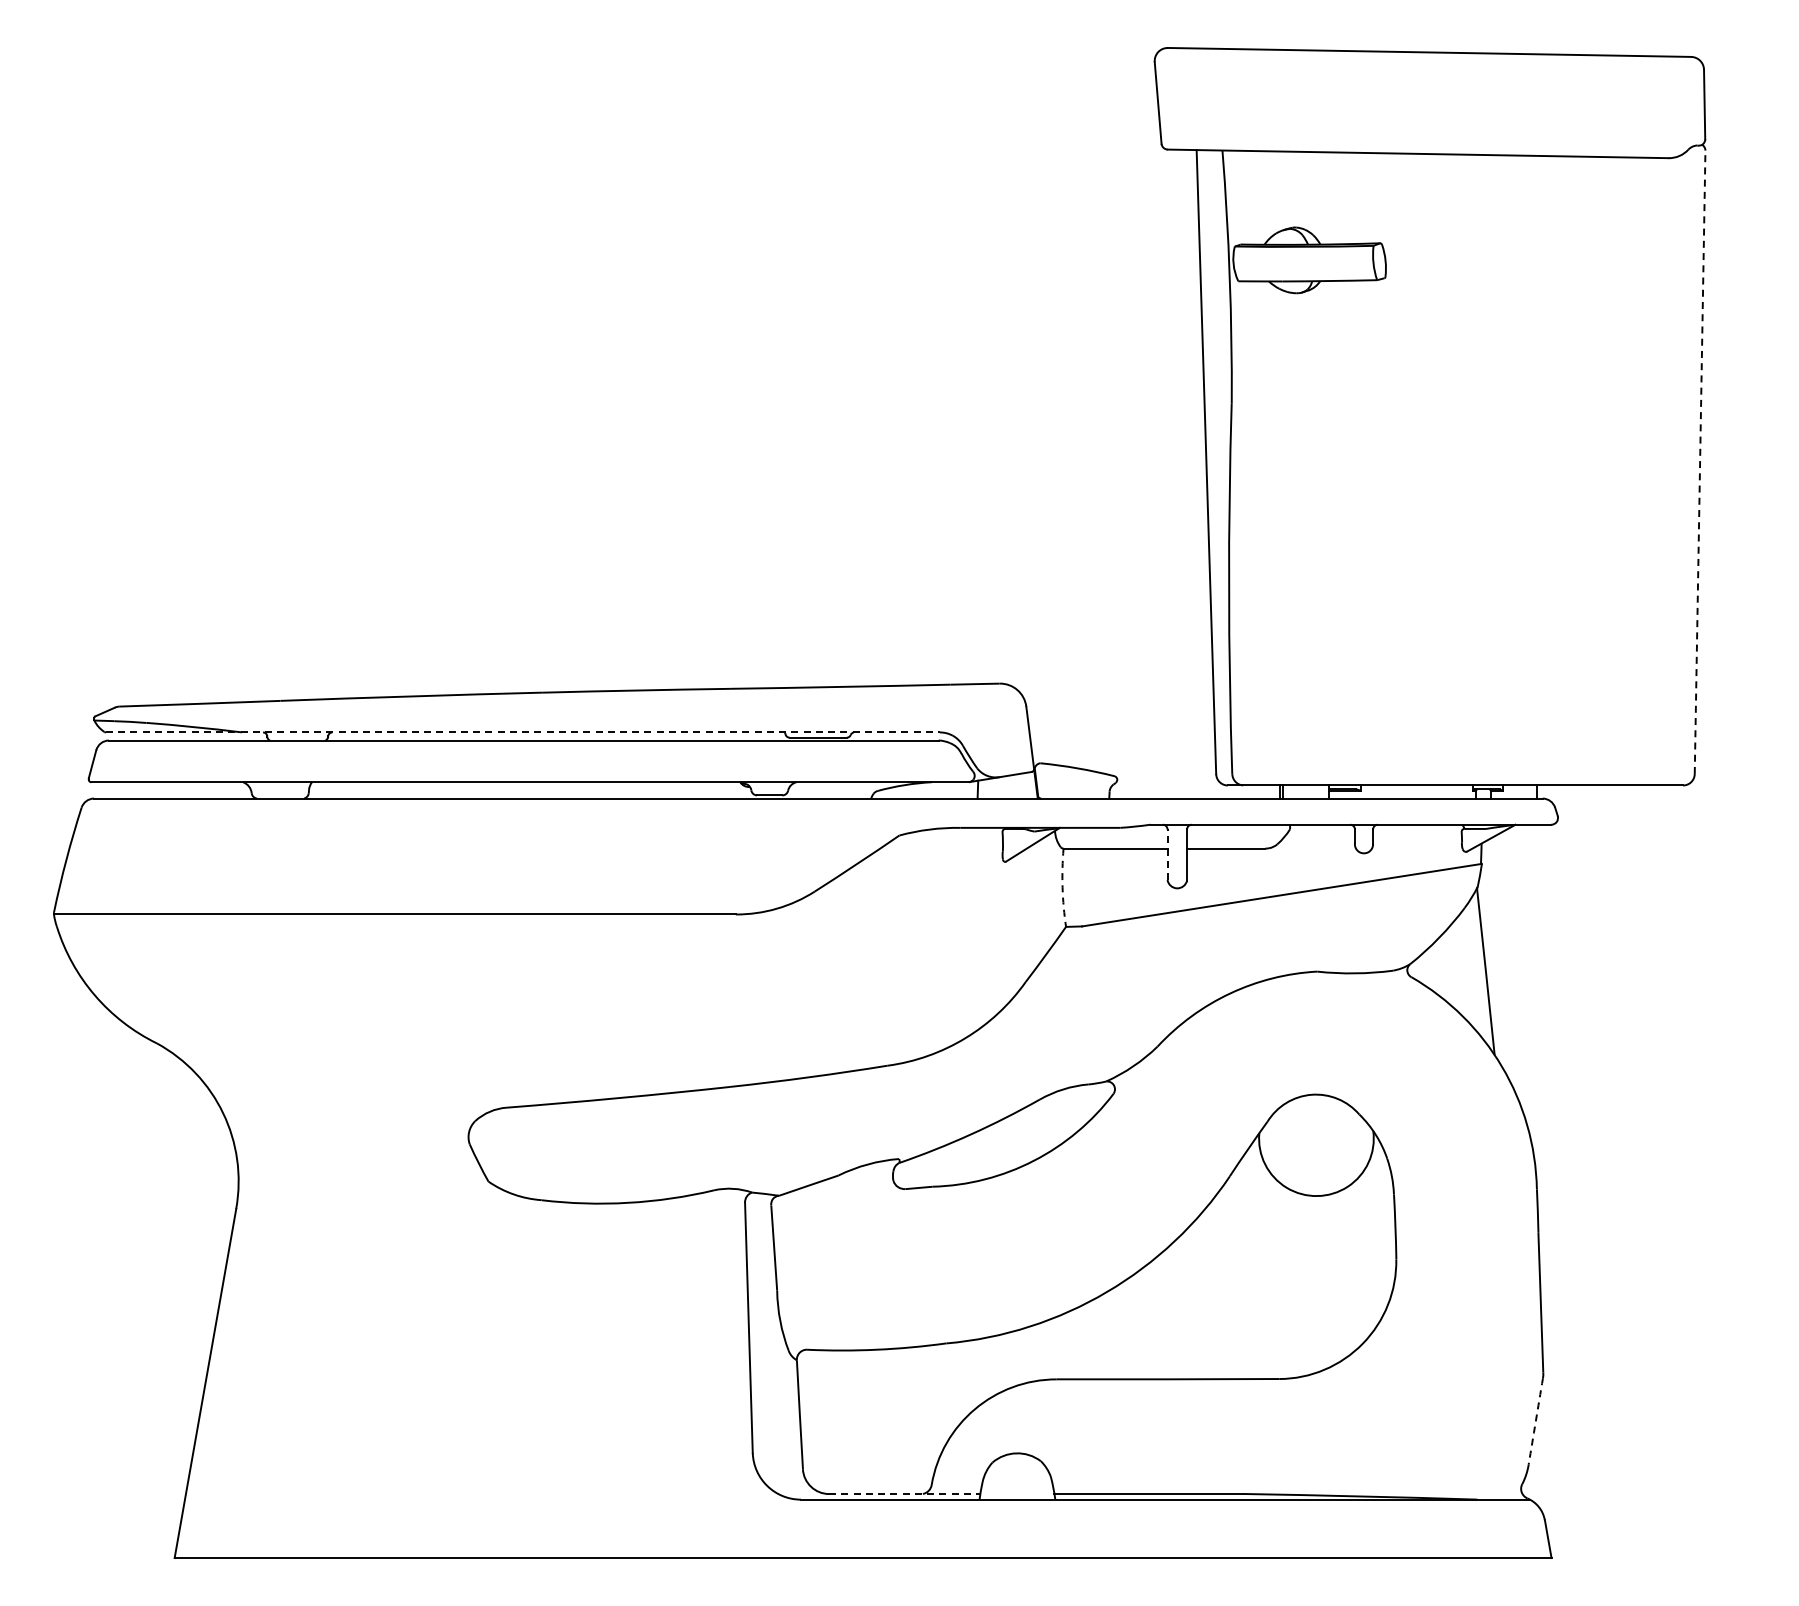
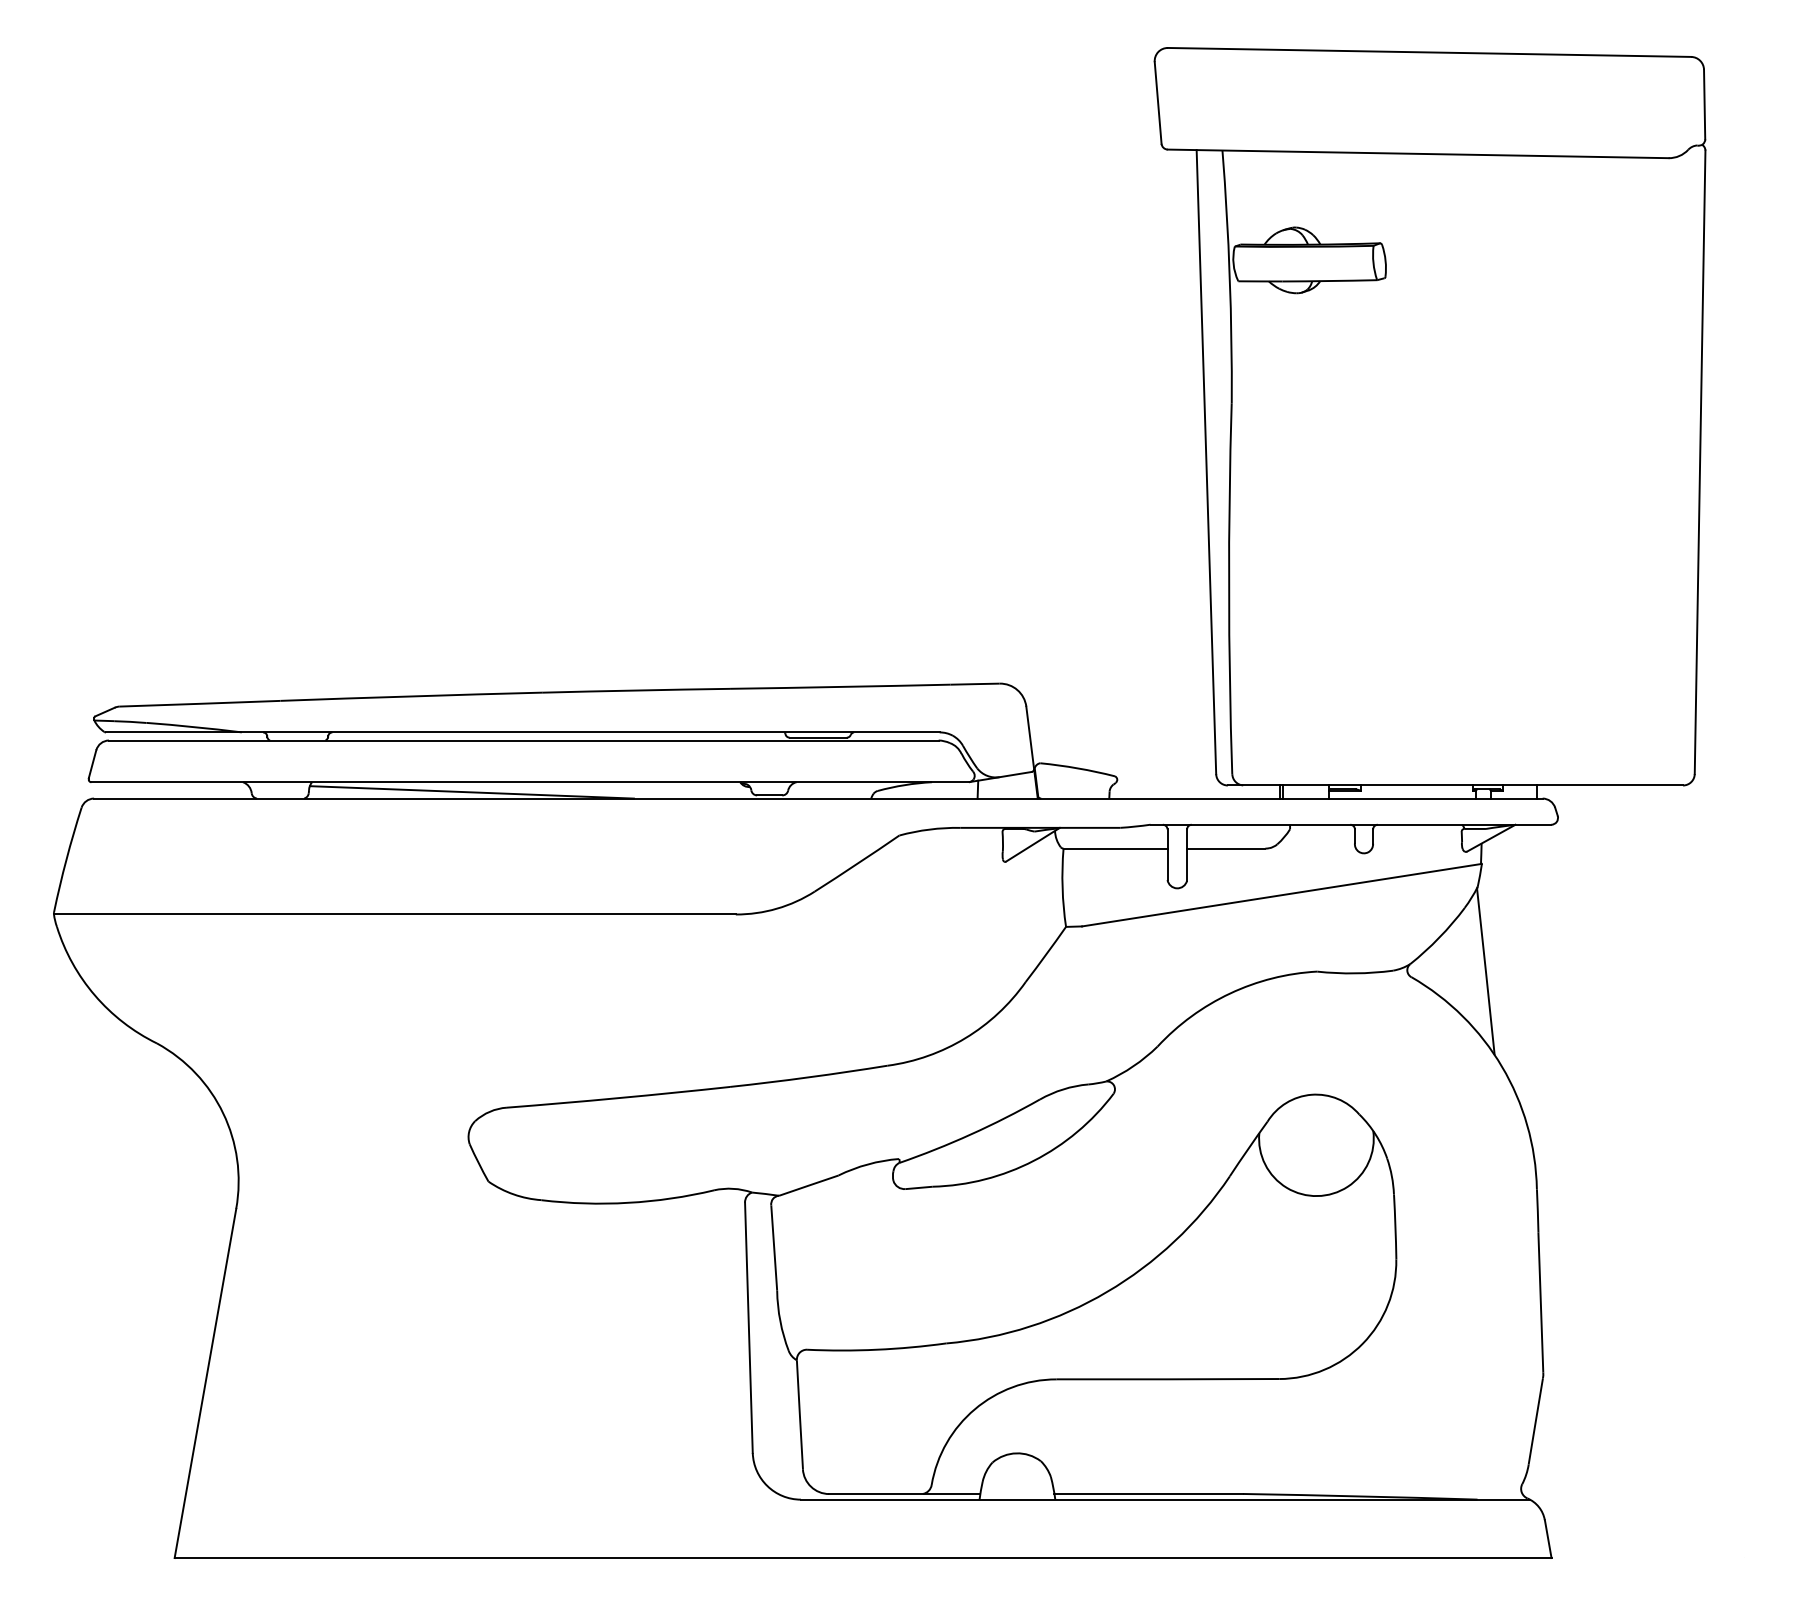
line at (1700, 462): dashed -> solid
line at (522, 732): dashed -> solid
line at (471, 792): none -> present
line at (1167, 854): dashed -> solid
arc at (1062, 887): dashed -> solid
arc at (1535, 1421): dashed -> solid
line at (904, 1494): dashed -> solid
